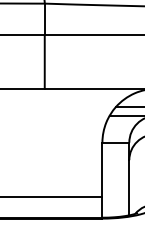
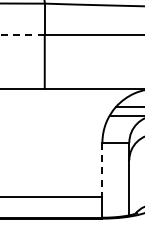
line at (22, 35): solid -> dashed
line at (102, 169): solid -> dashed
